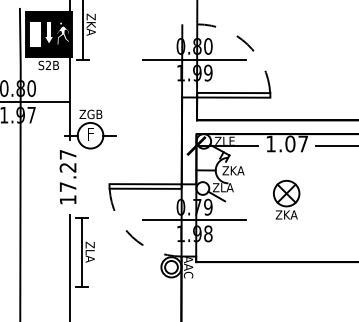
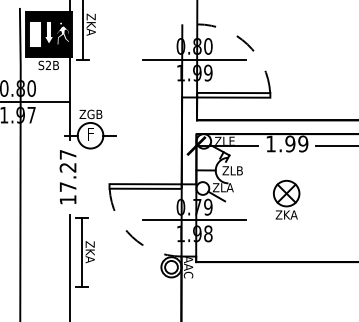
text at (296, 143): 1.07 -> 1.99
text at (238, 170): ZKA -> ZLB
text at (89, 252): ZLA -> ZKA
